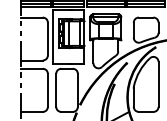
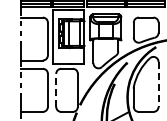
line at (158, 84): solid -> dashed
line at (56, 89): solid -> dashed
